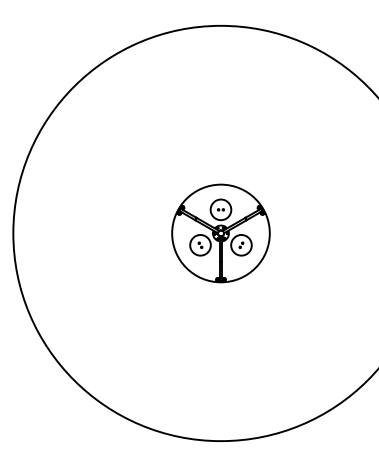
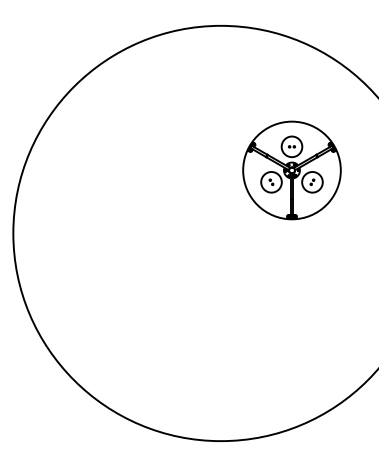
part at (220, 233) position: (220, 233) -> (291, 170)
